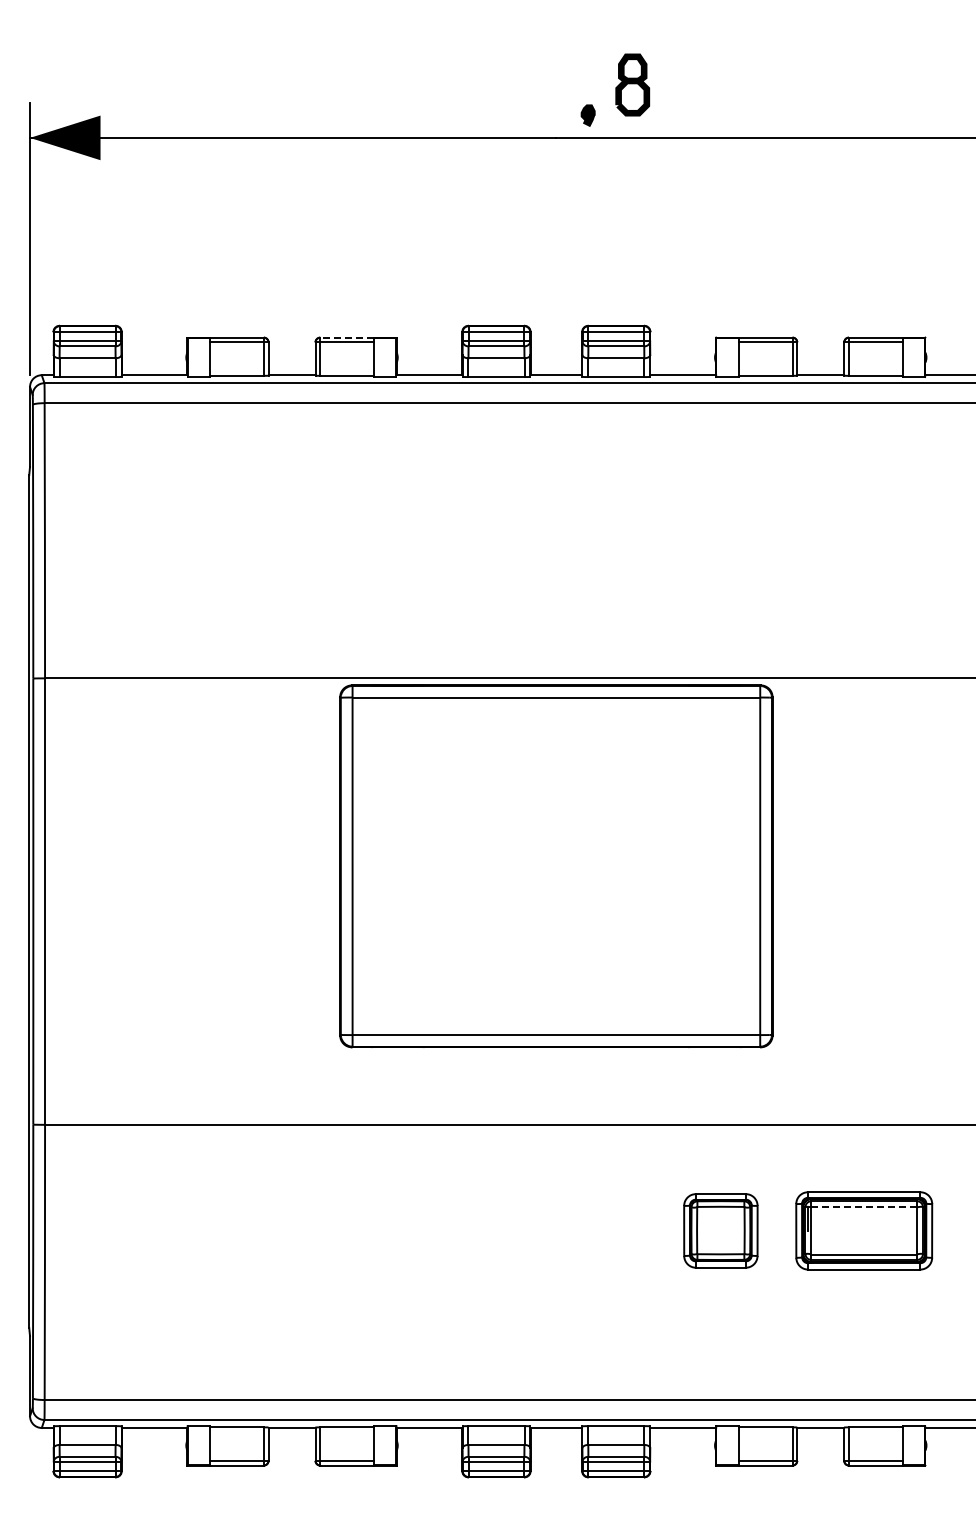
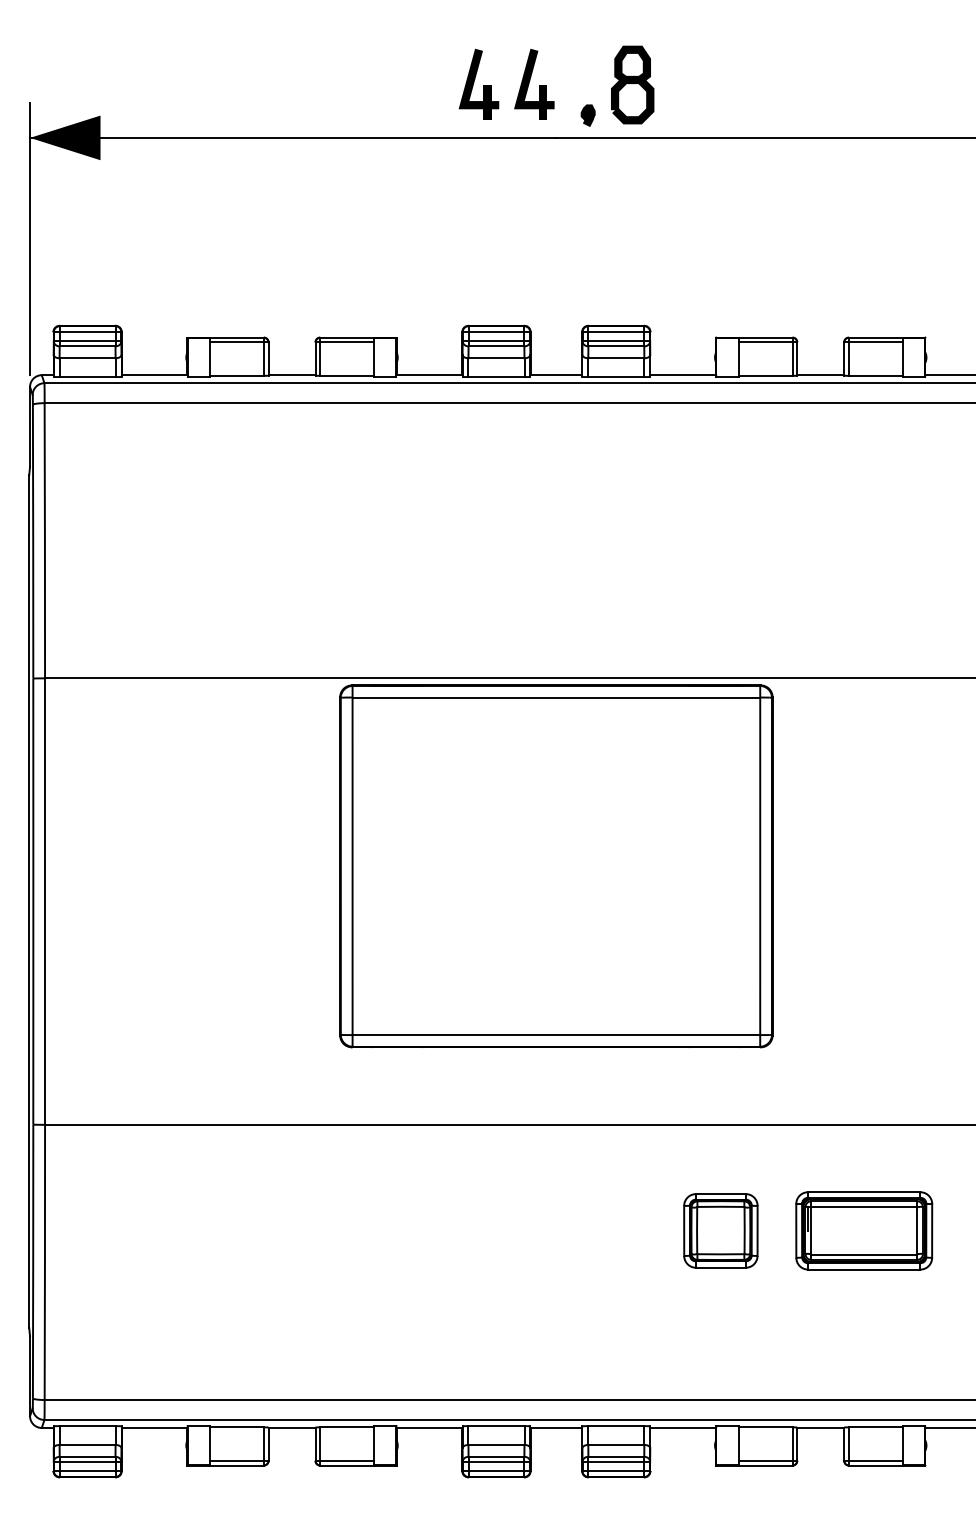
part at (478, 83): none -> present
part at (534, 84): none -> present
part at (632, 84) size: 36x64 px -> 44x80 px
line at (346, 337): dashed -> solid
line at (864, 1207): dashed -> solid
